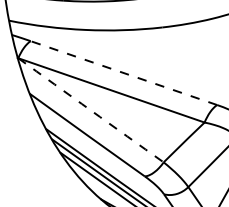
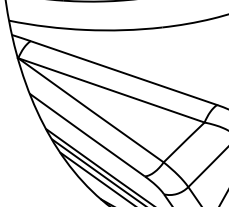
line at (123, 73): dashed -> solid
arc at (90, 110): dashed -> solid
